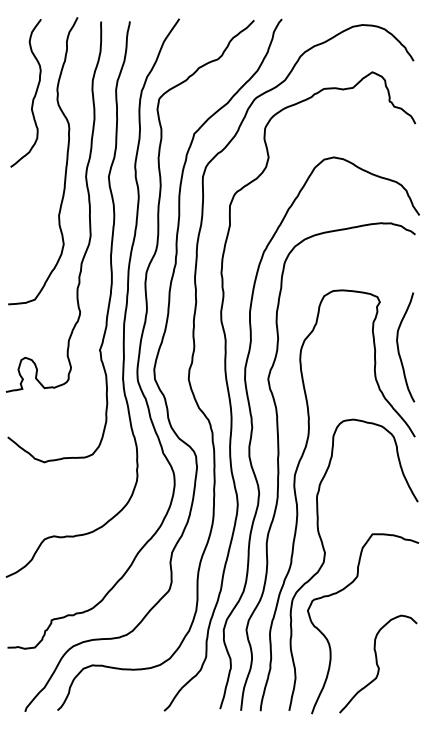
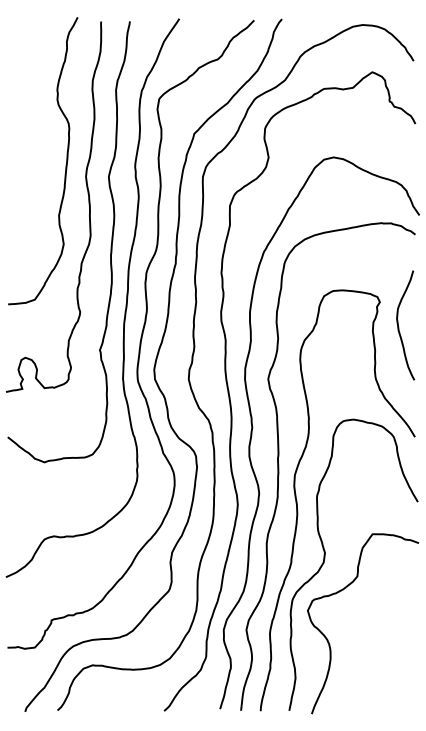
curve at (33, 96): present -> none
curve at (399, 349) position: (399, 349) -> (399, 327)
curve at (377, 663): present -> none
